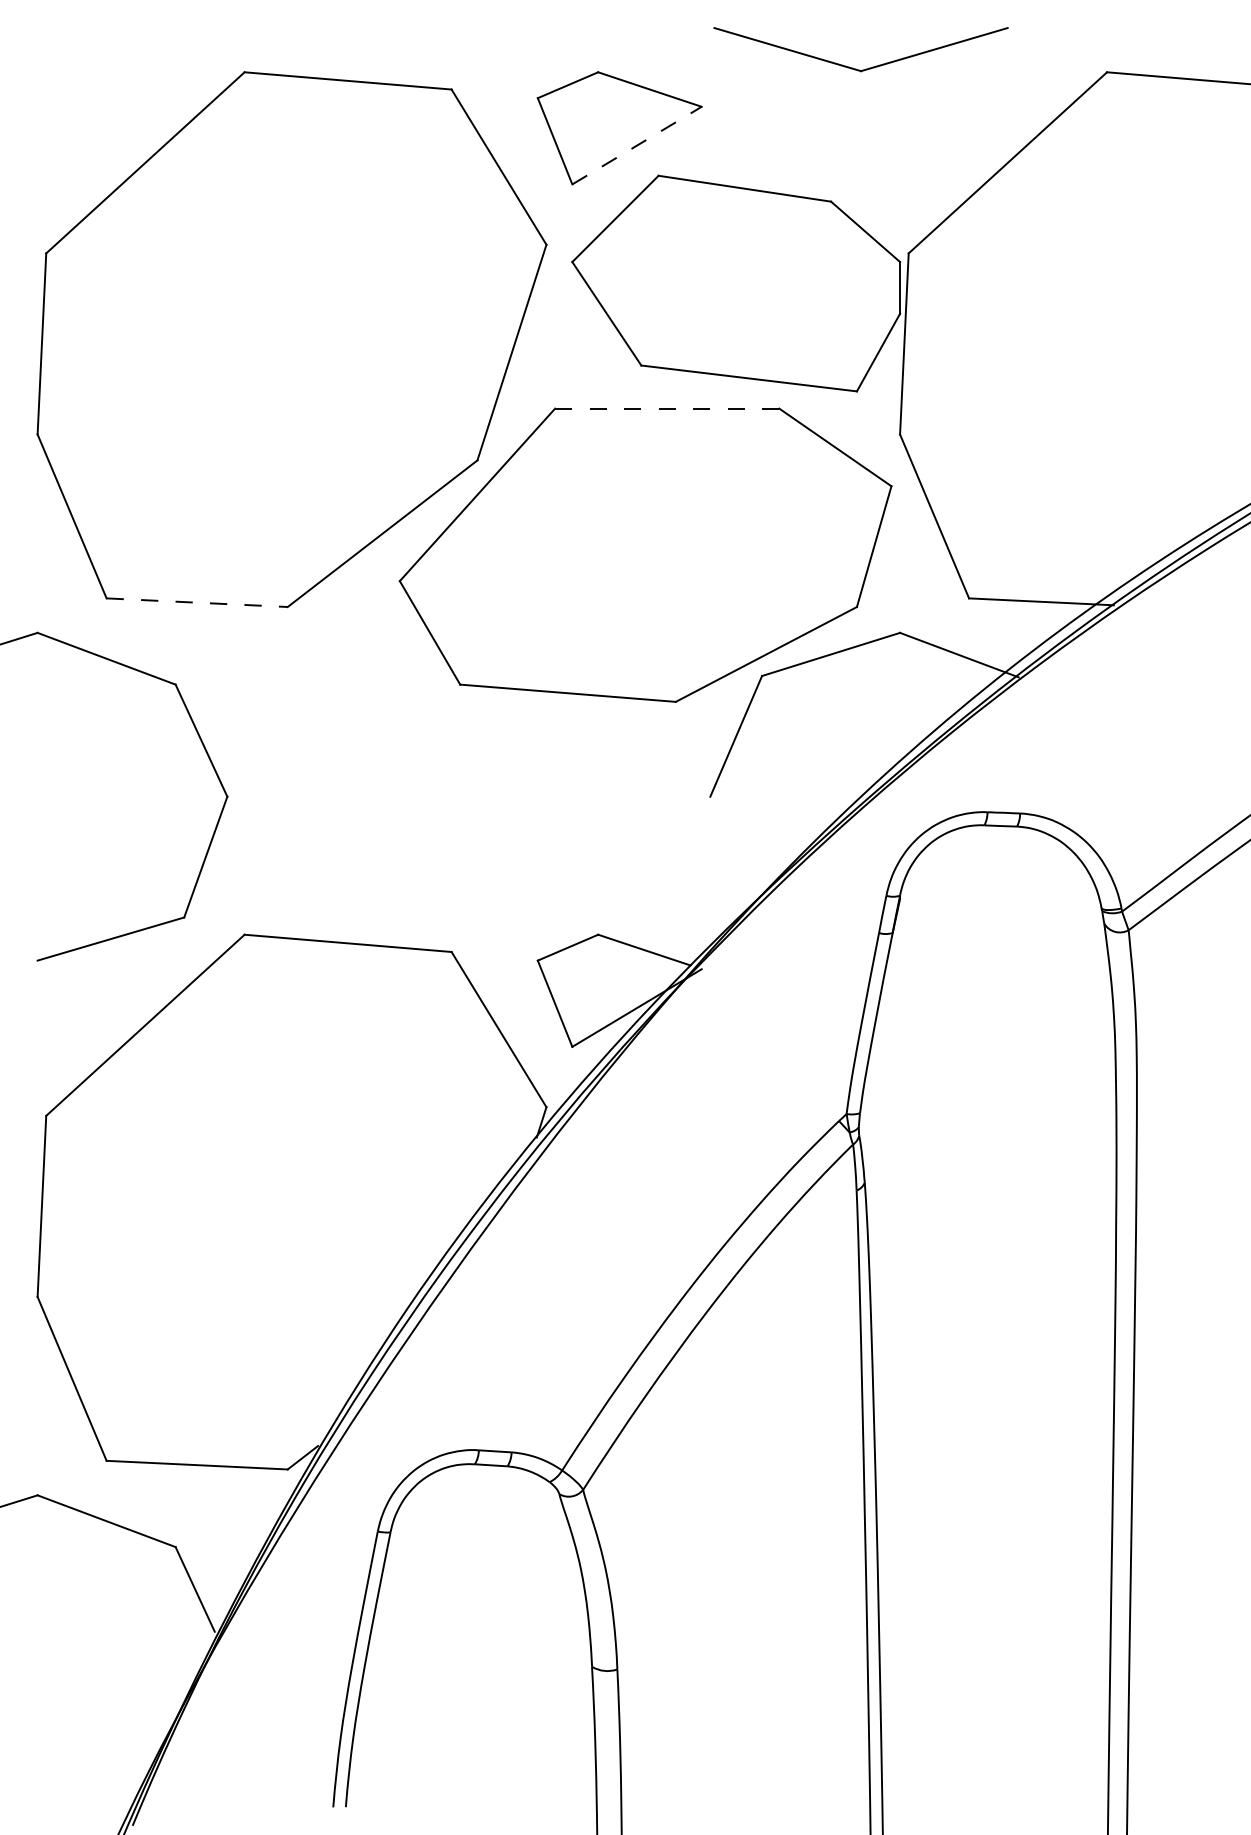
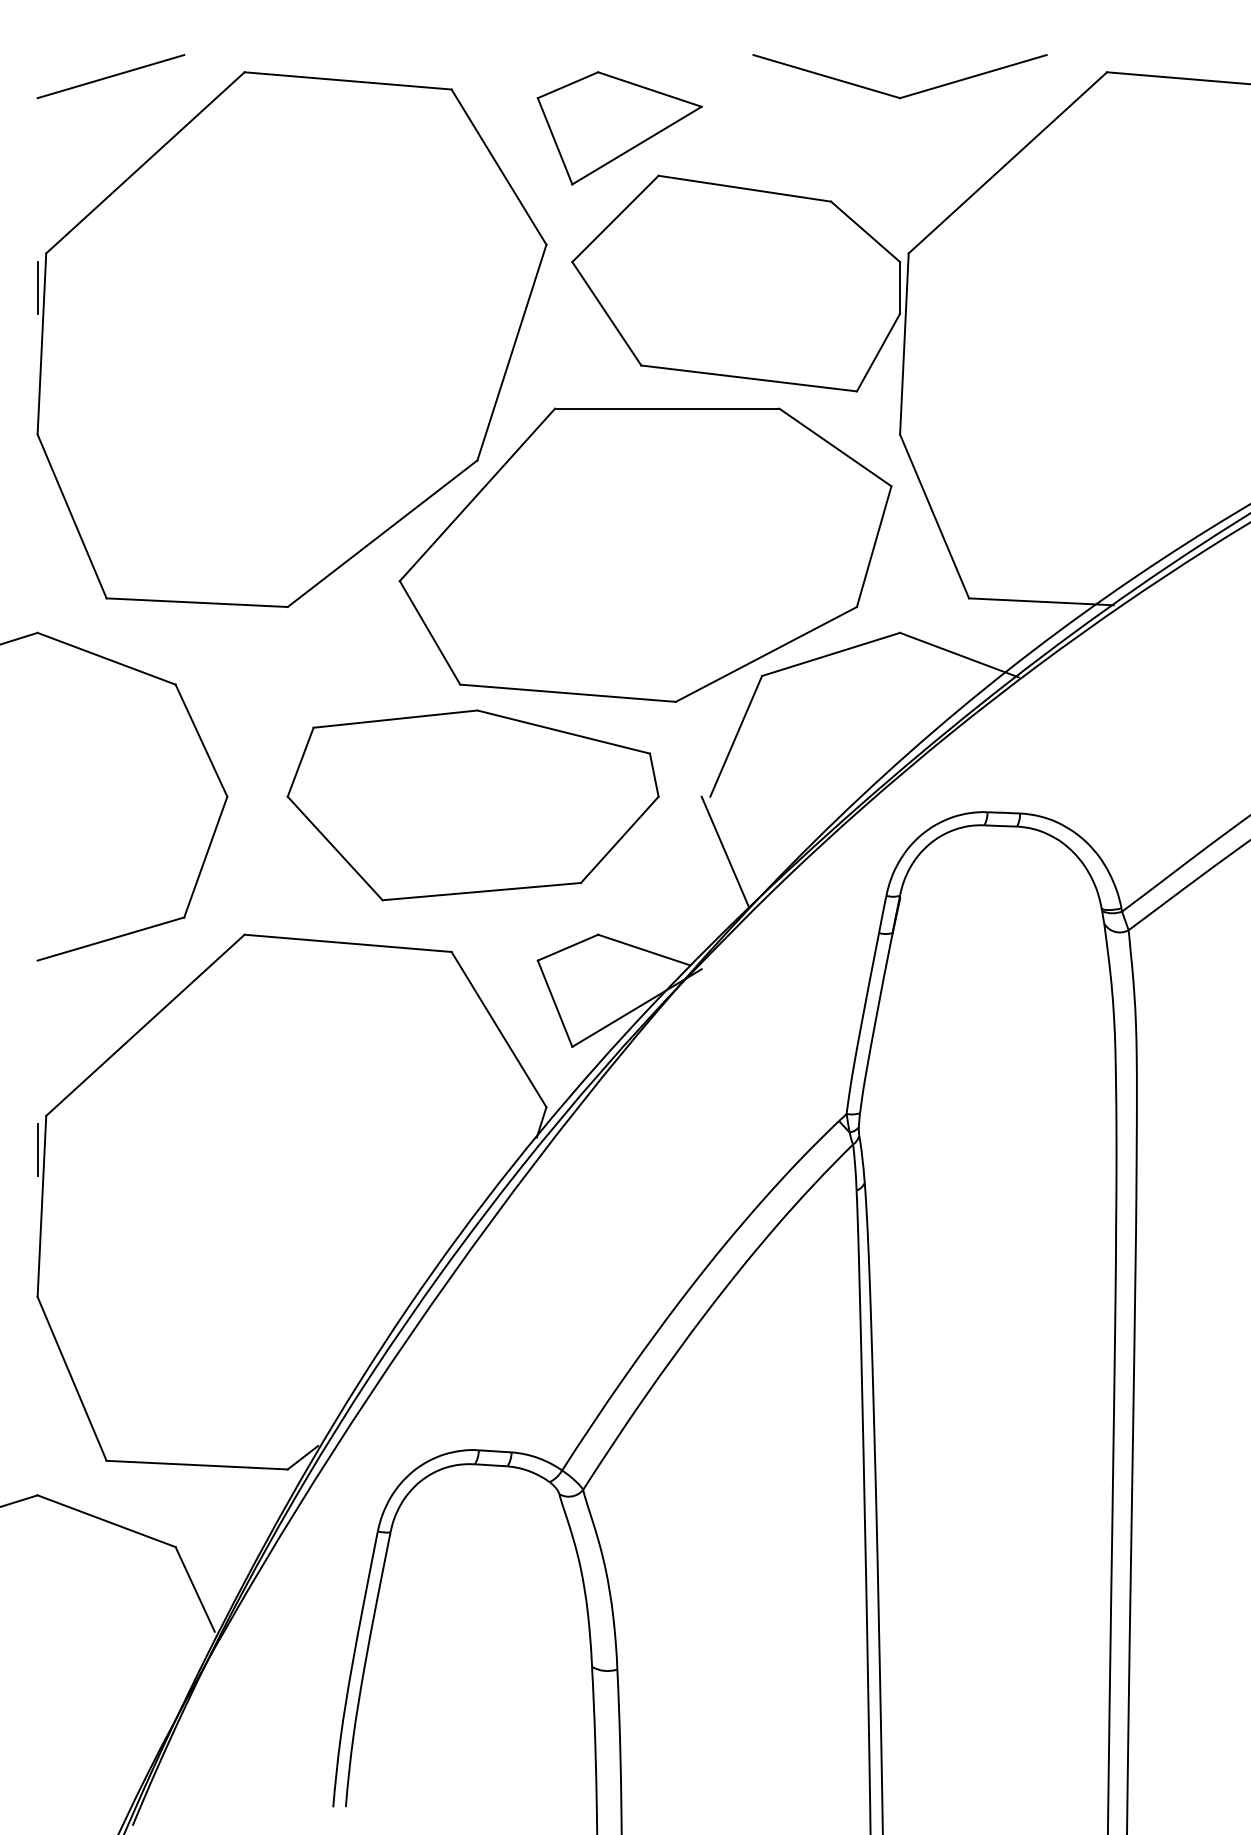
part at (856, 68) position: (856, 68) -> (895, 95)
line at (110, 76): none -> present
line at (637, 145): dashed -> solid
line at (37, 287): none -> present
line at (667, 408): dashed -> solid
line at (197, 602): dashed -> solid
part at (472, 805): none -> present
line at (724, 851): none -> present
line at (37, 1150): none -> present
